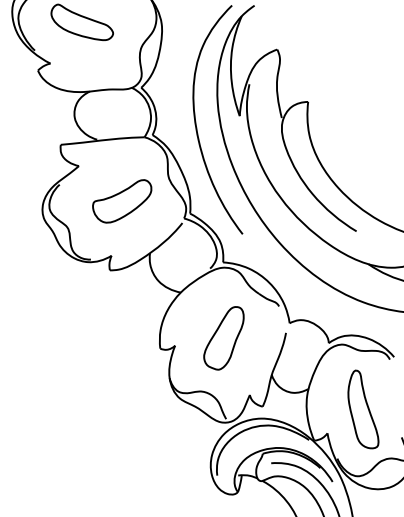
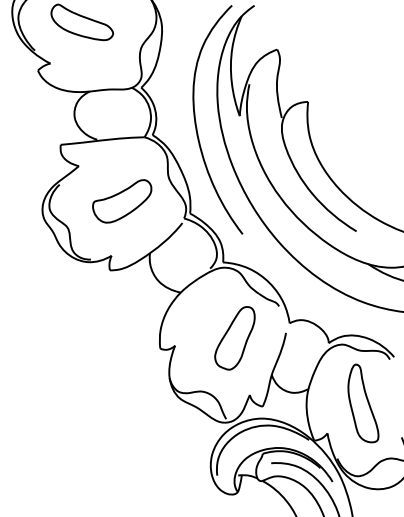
part at (223, 338) position: (223, 338) -> (234, 338)
part at (363, 409) position: (363, 409) -> (363, 403)
